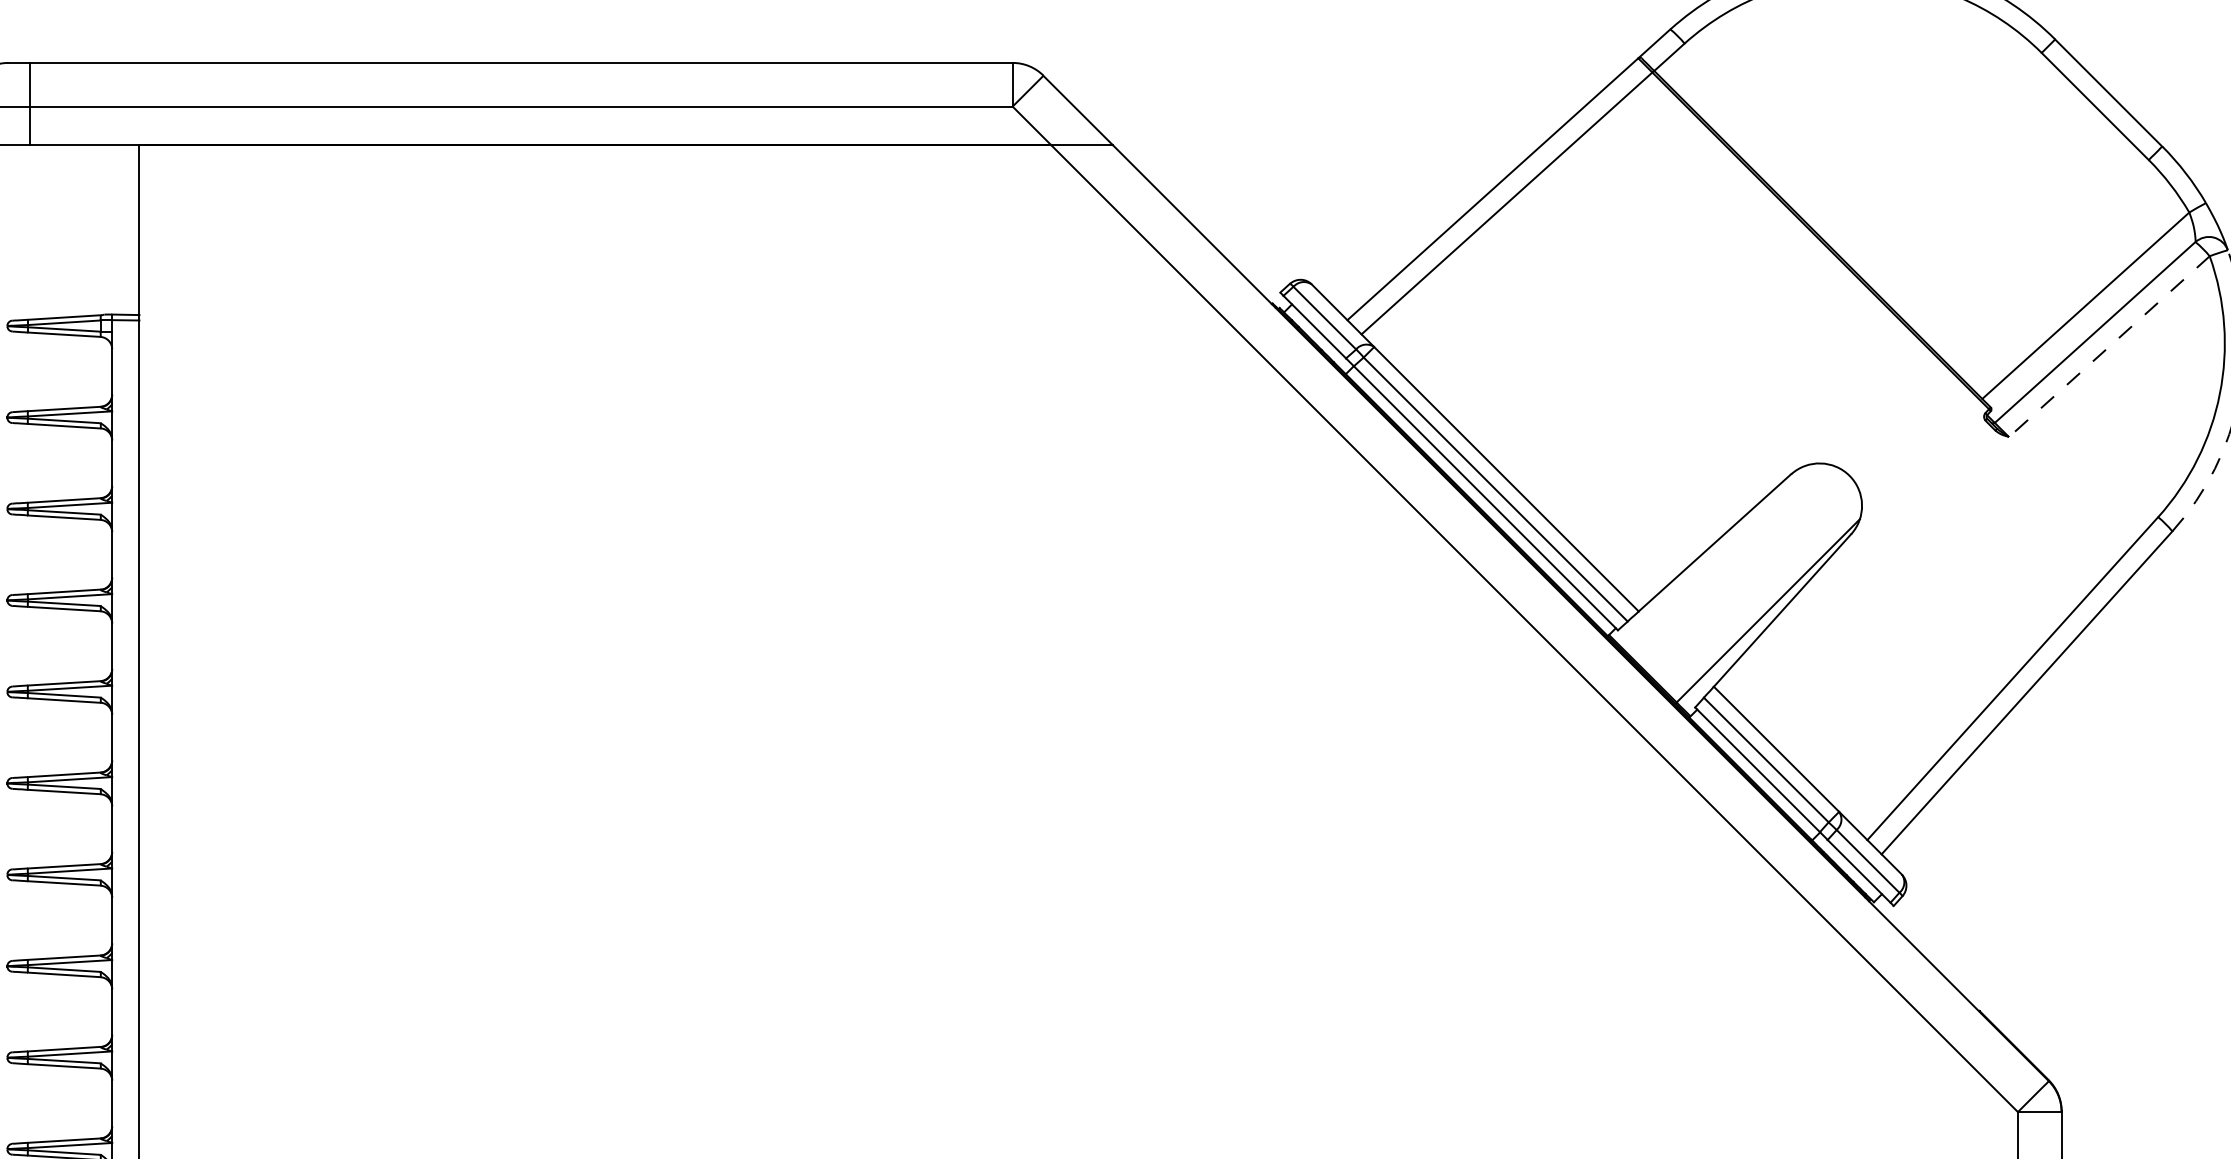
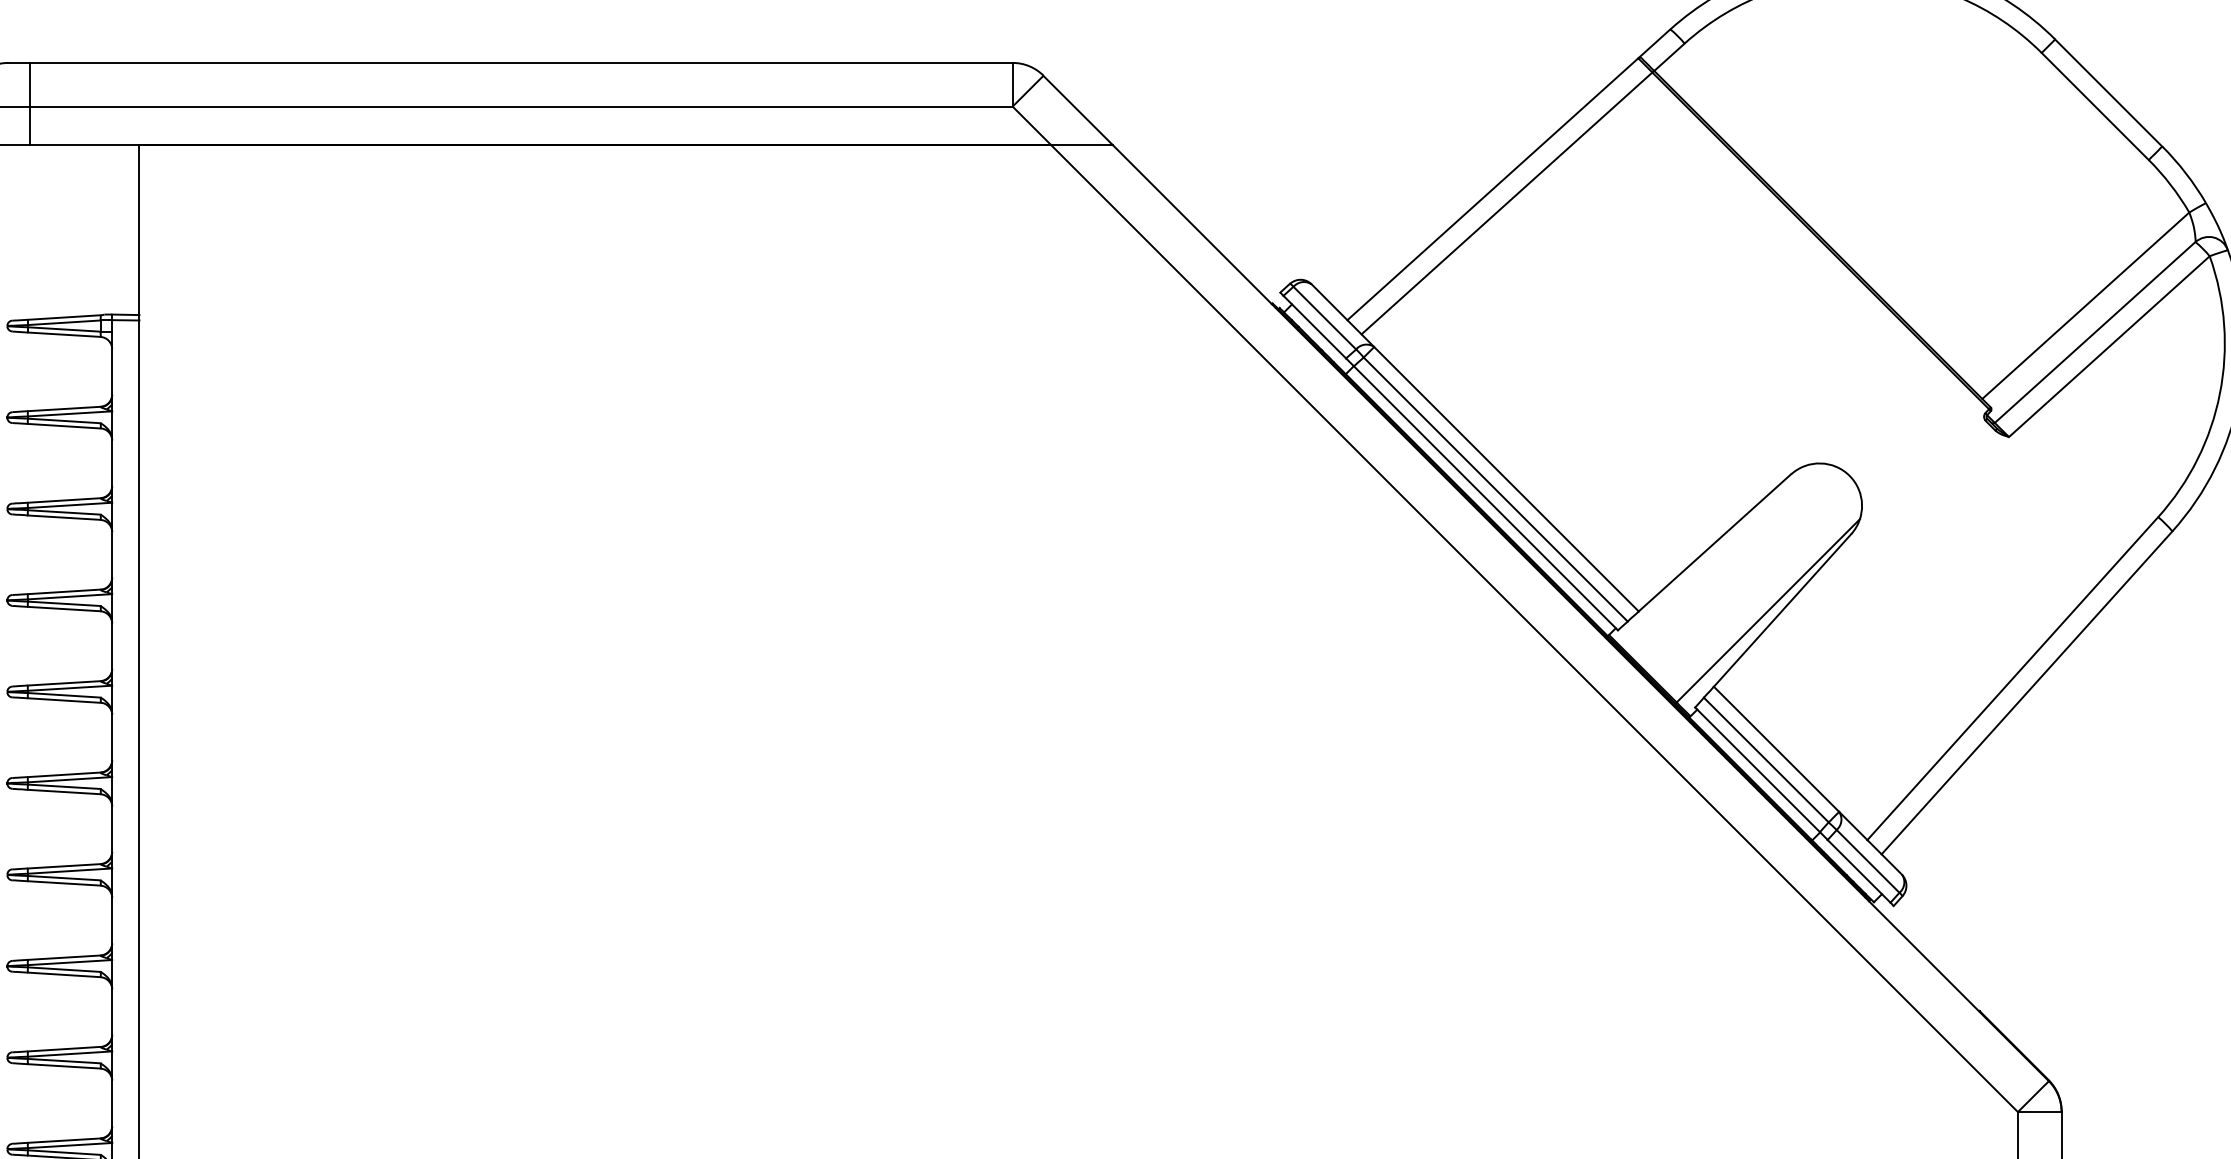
line at (2109, 346): dashed -> solid
arc at (2209, 479): dashed -> solid
